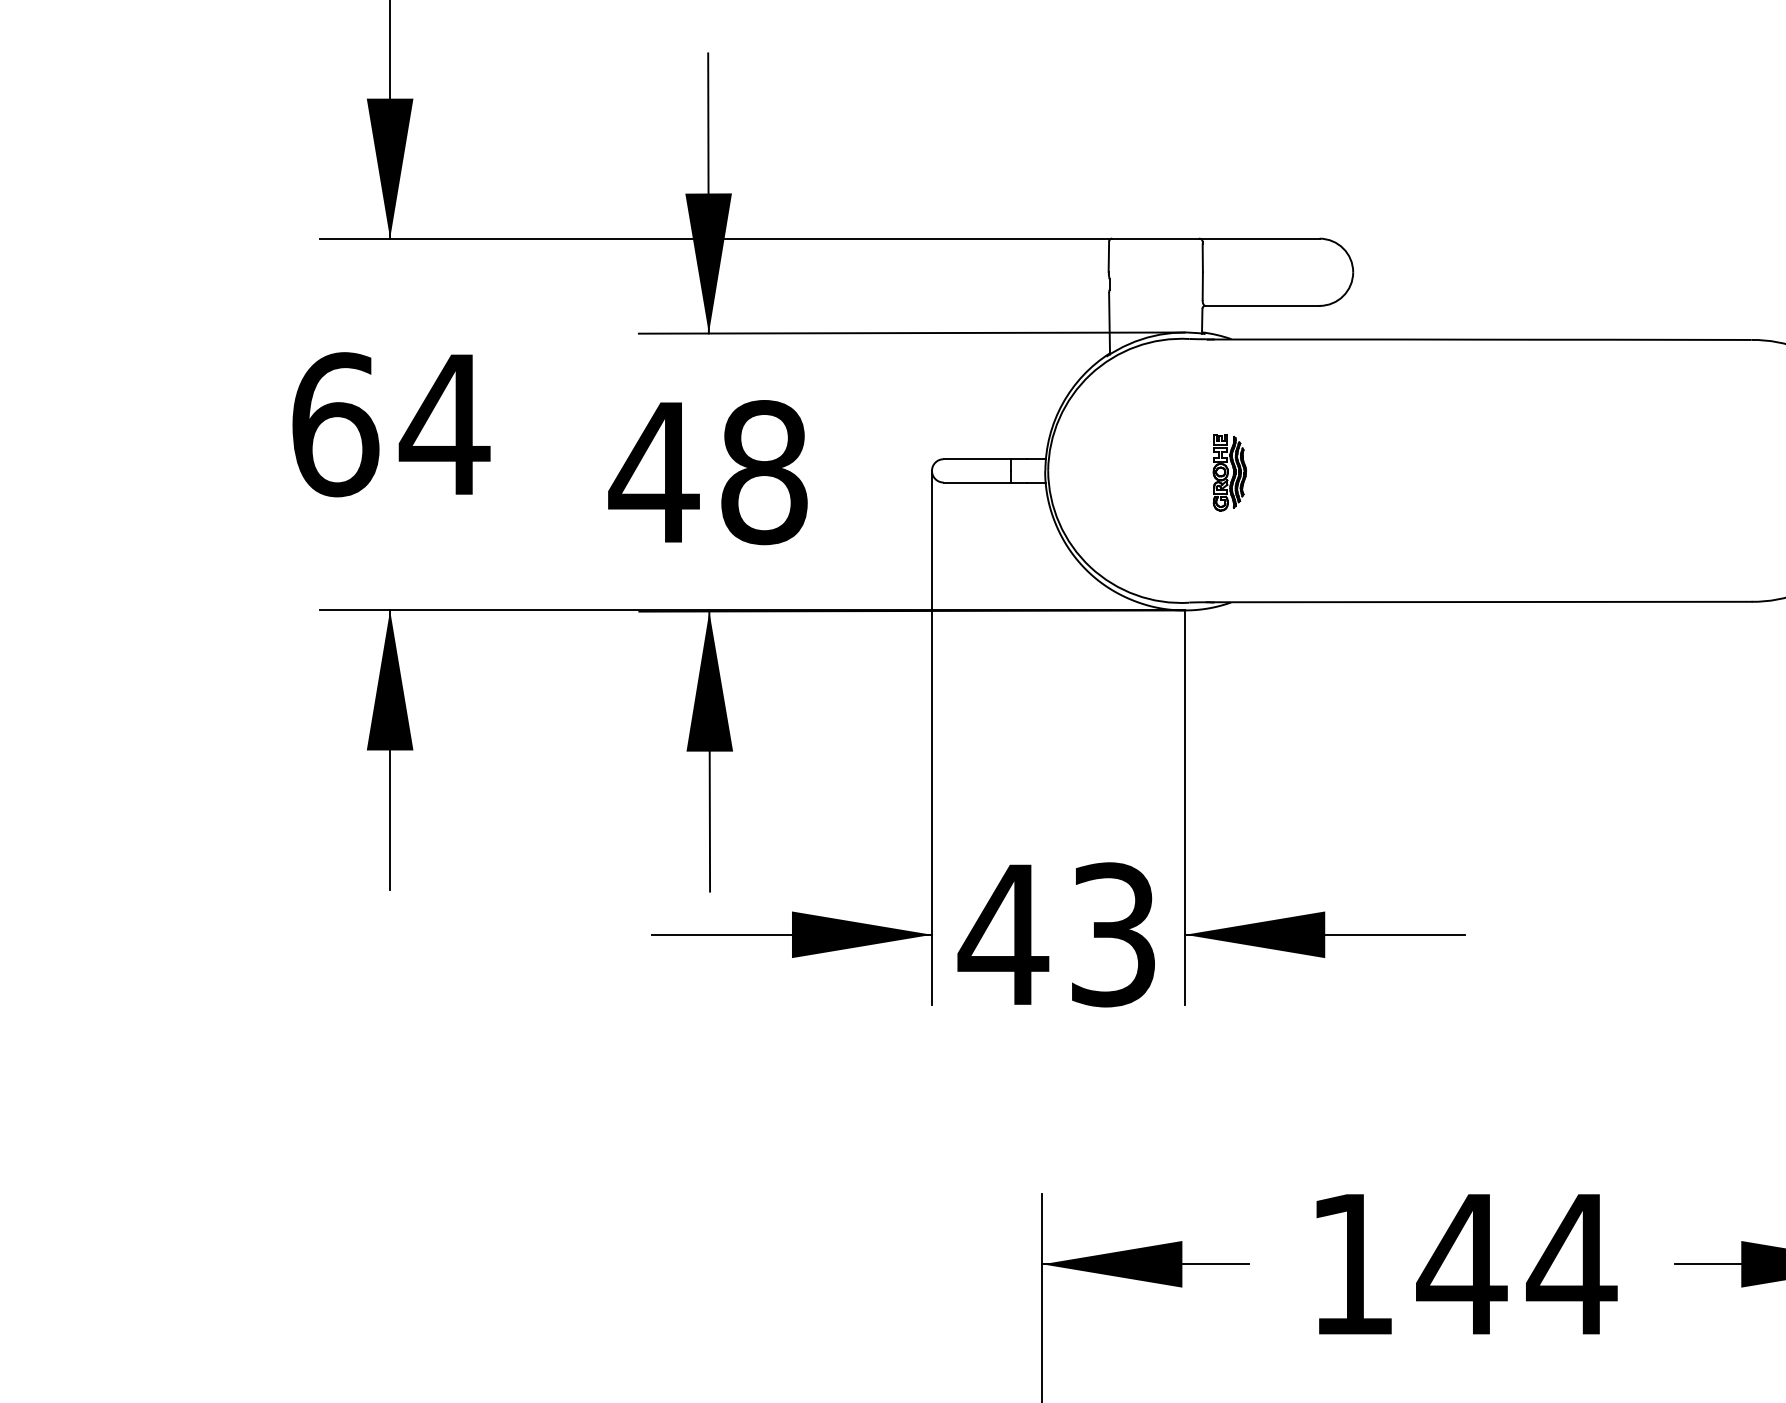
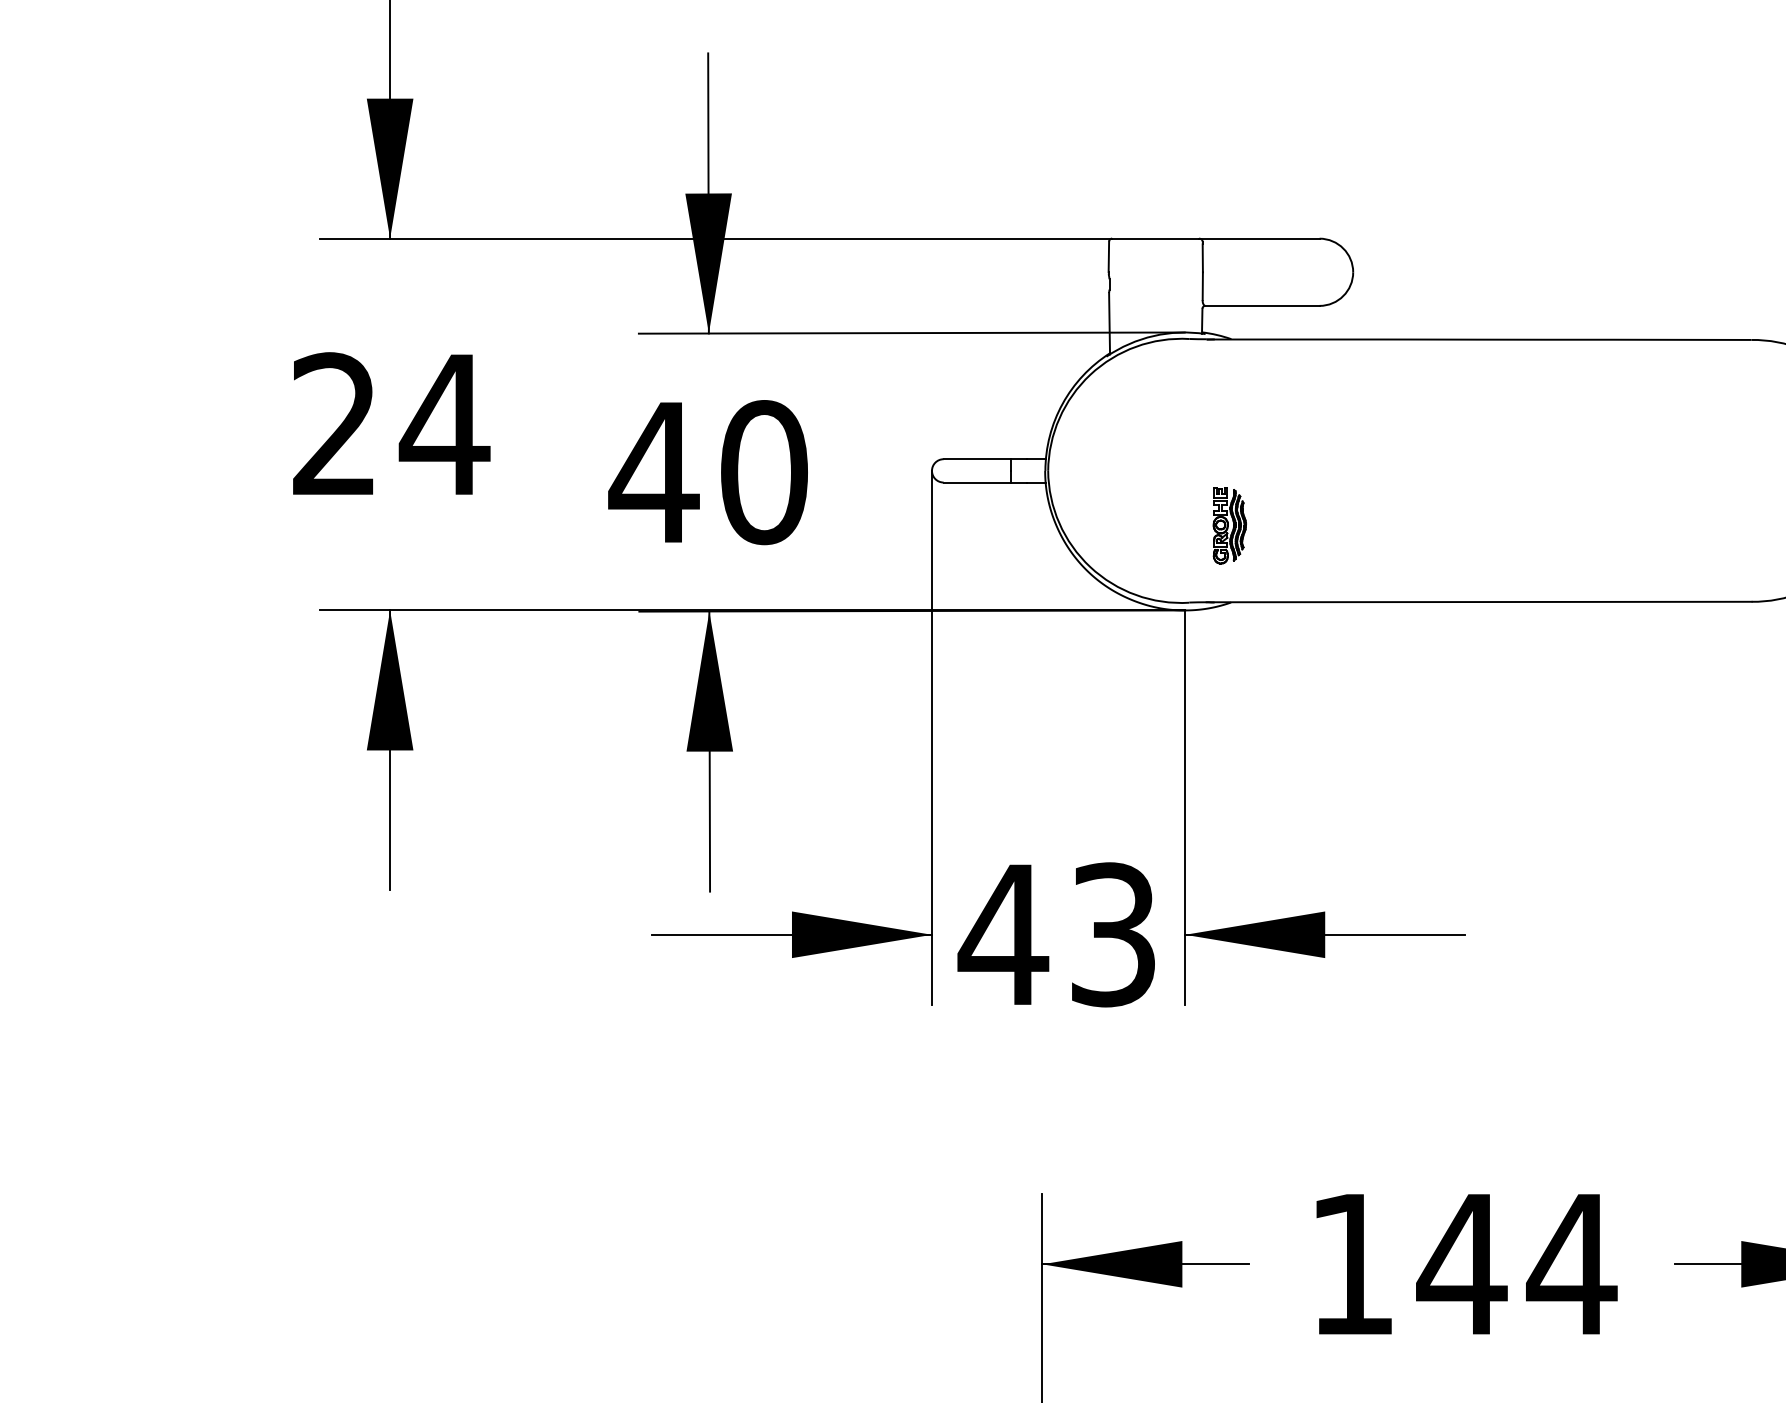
text at (335, 424): 64 -> 24
text at (764, 472): 48 -> 40
part at (1229, 472) position: (1229, 472) -> (1229, 525)
